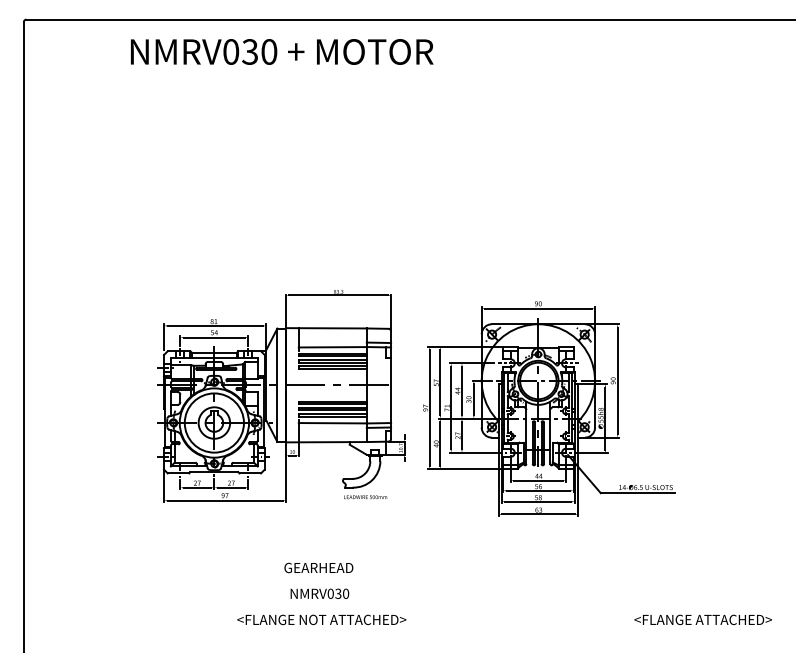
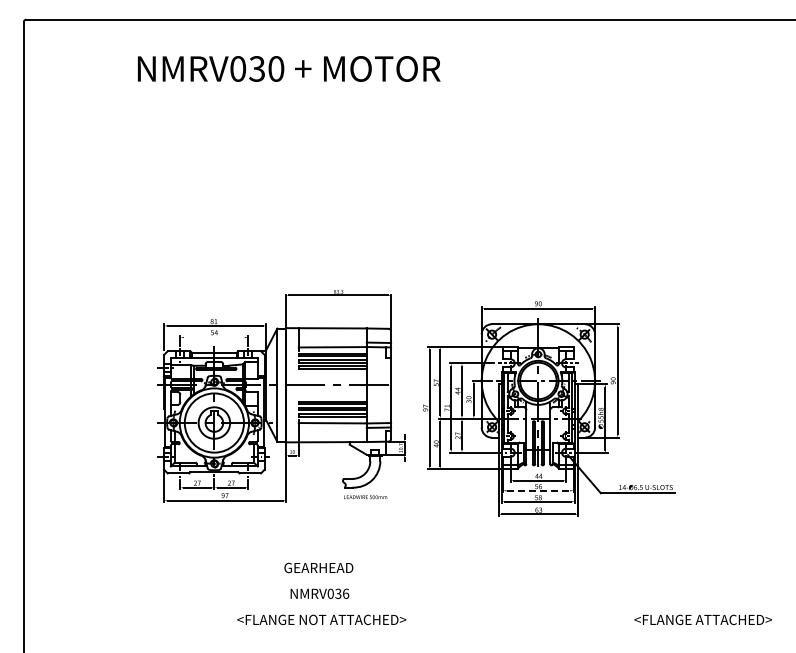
text at (282, 51) position: (282, 51) -> (289, 68)
line at (213, 337): present -> none
line at (538, 490): solid -> dashed
text at (346, 593): NMRV030 -> NMRV036
